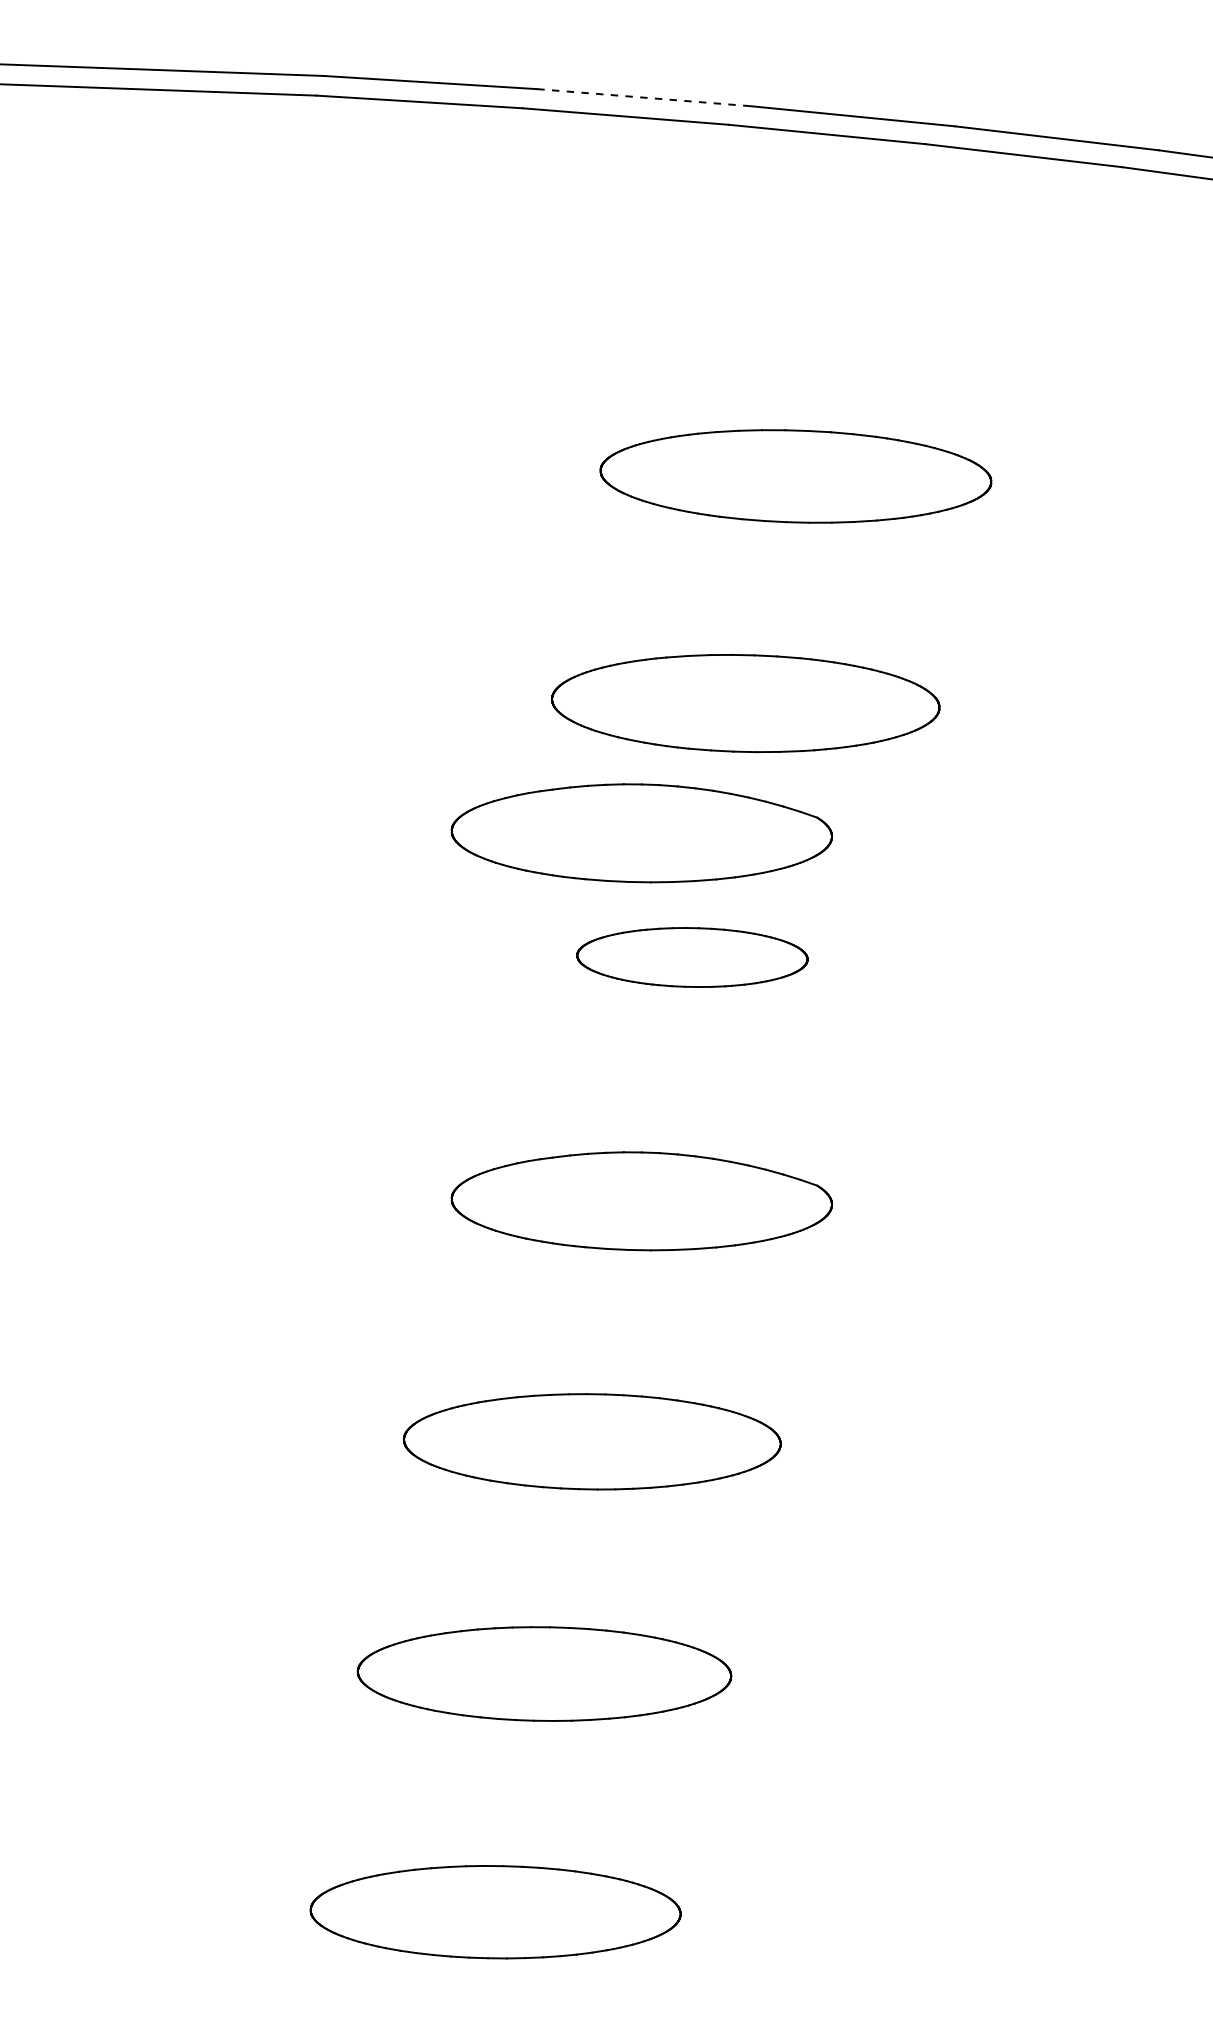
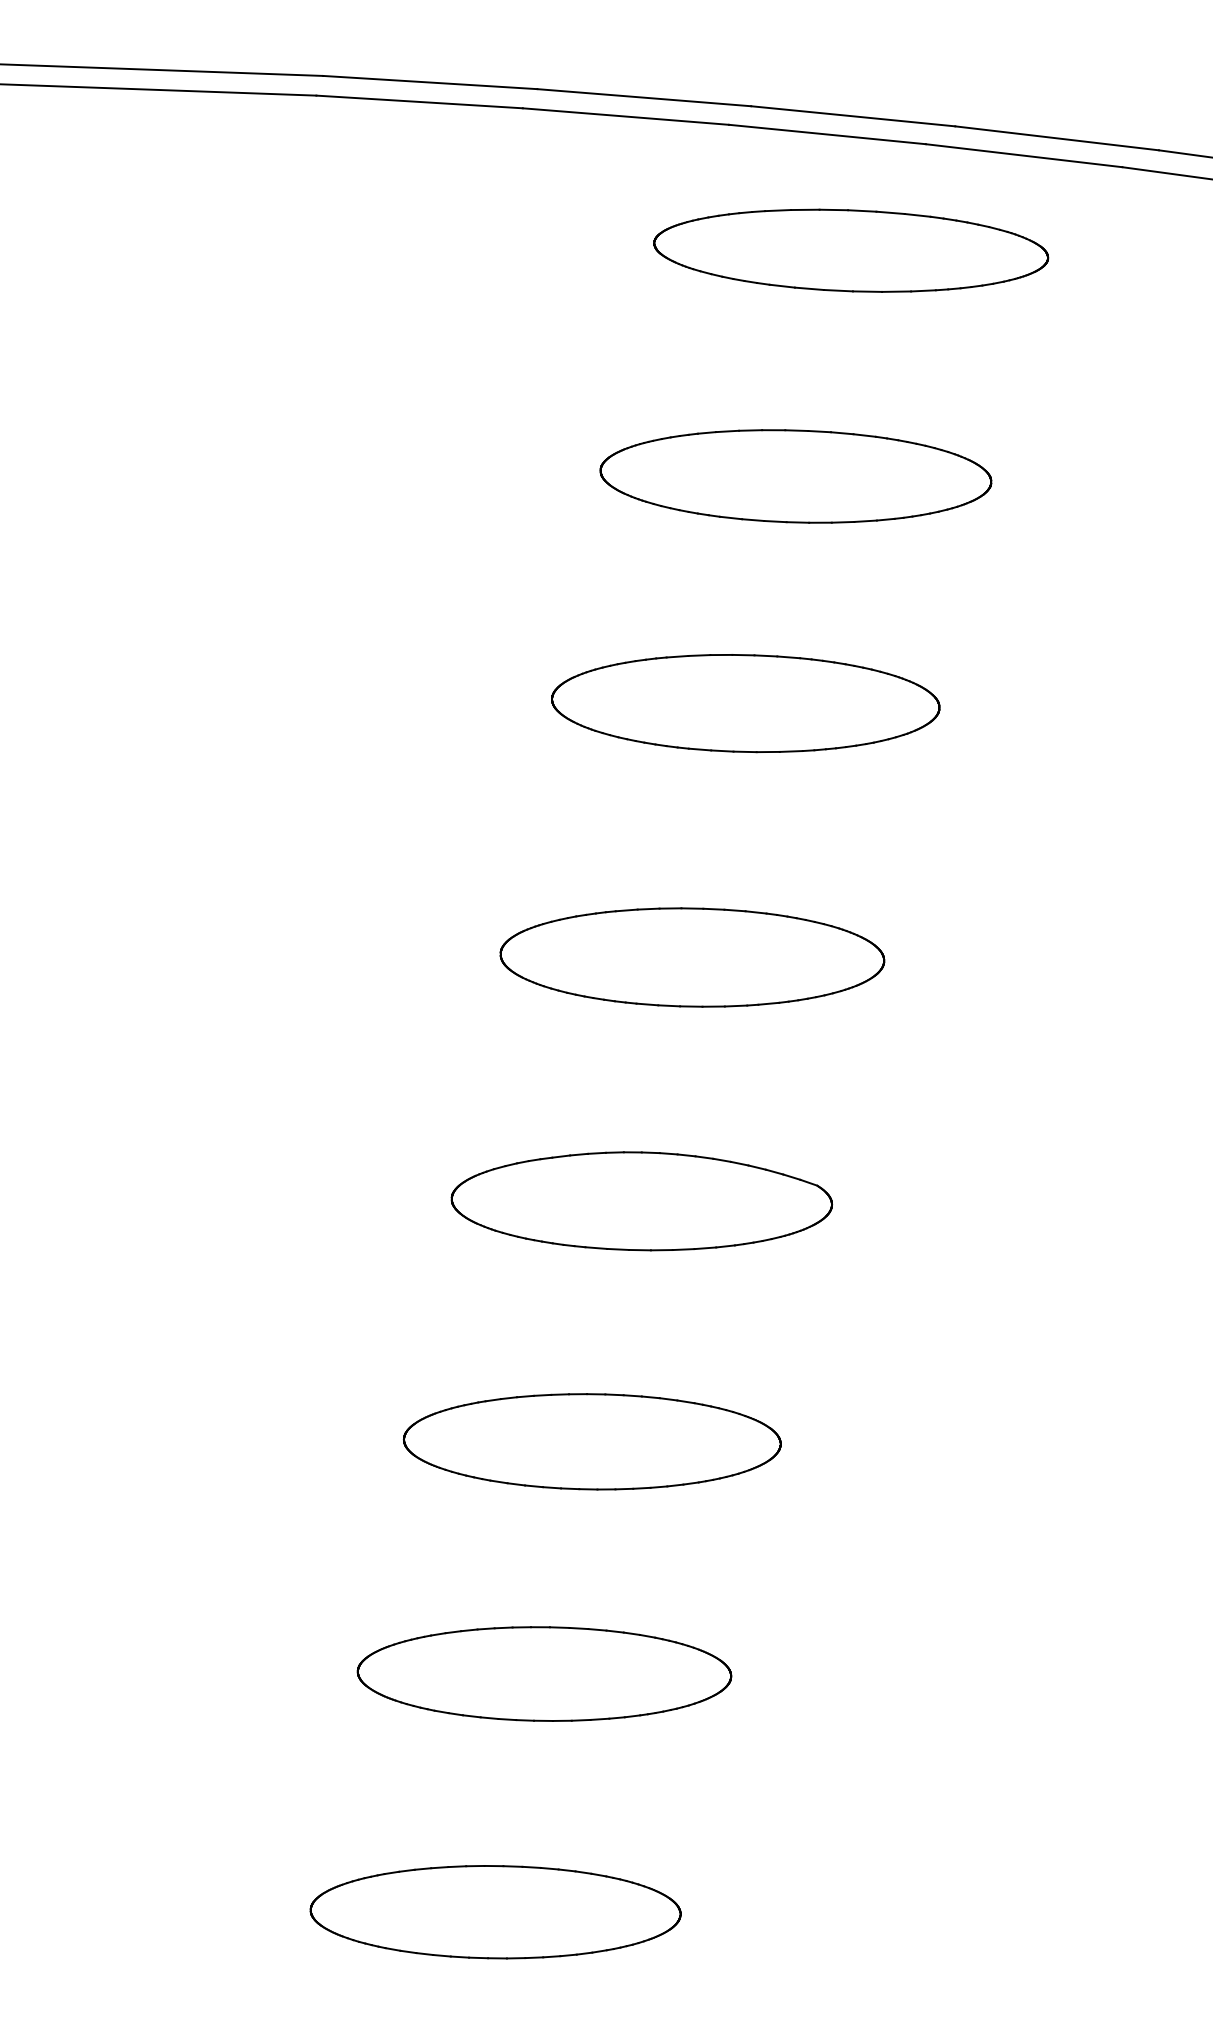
line at (644, 97): dashed -> solid
part at (851, 250): none -> present
part at (641, 833): present -> none
part at (692, 957) size: 233x61 px -> 387x101 px
